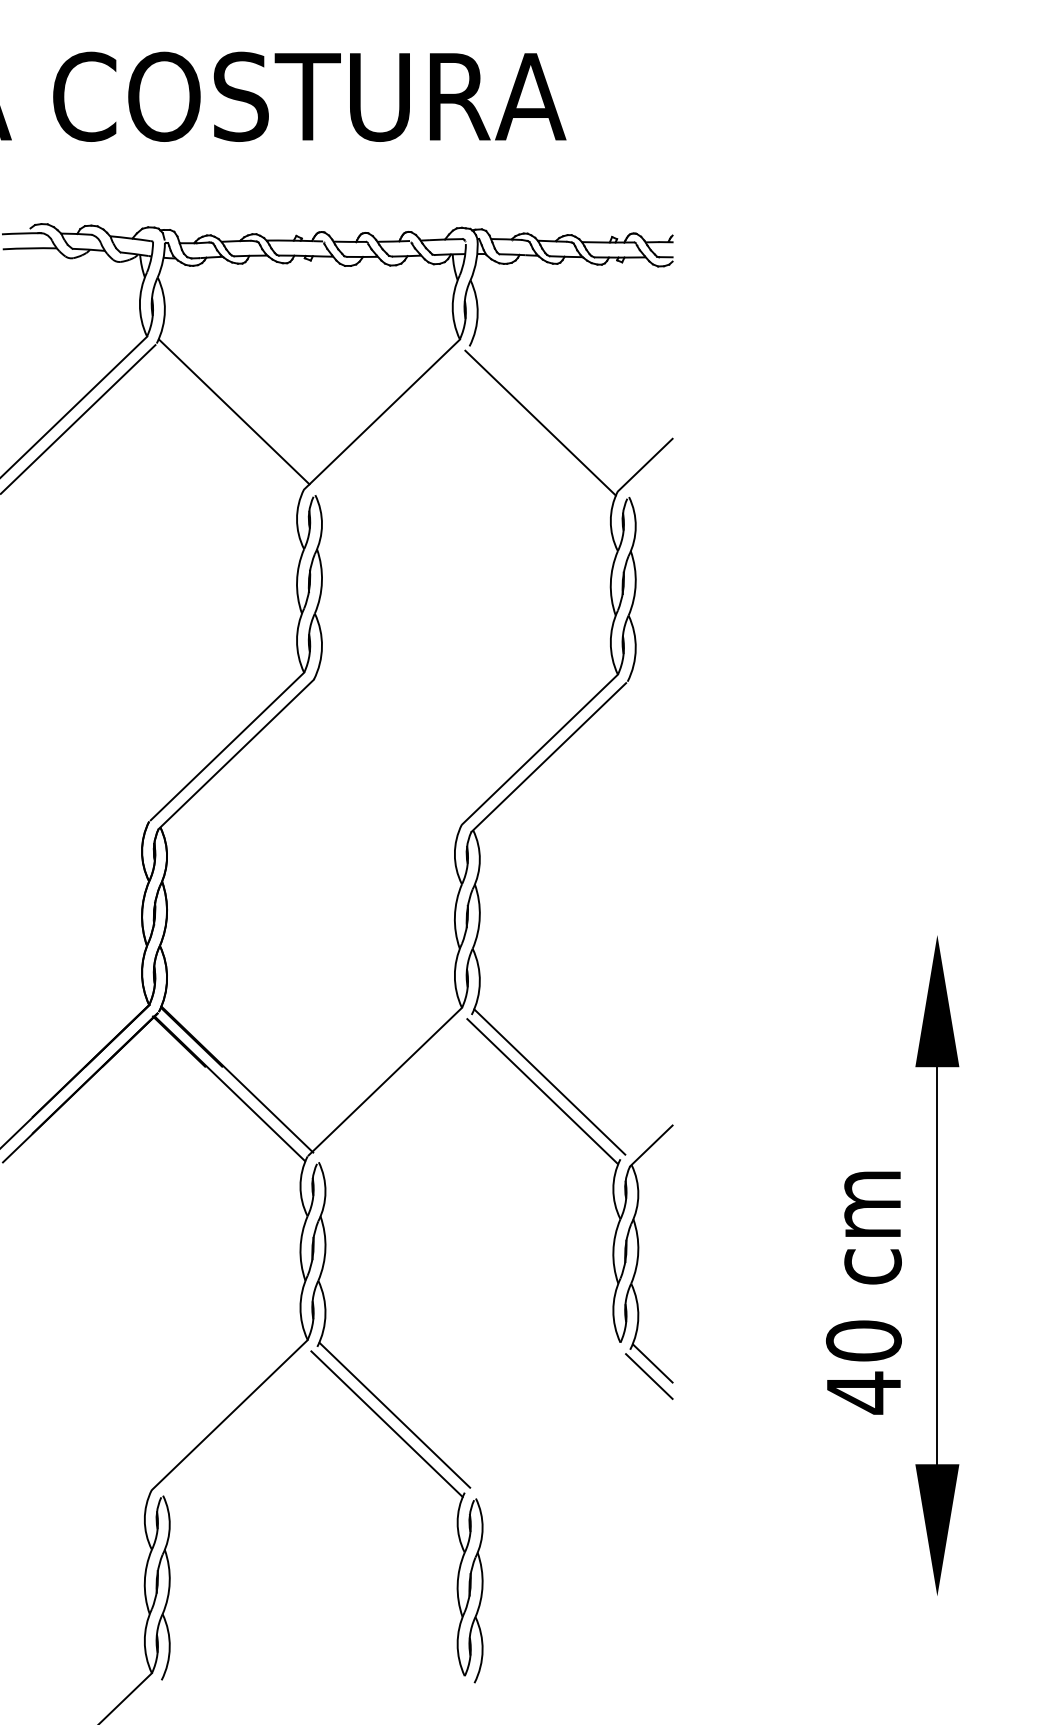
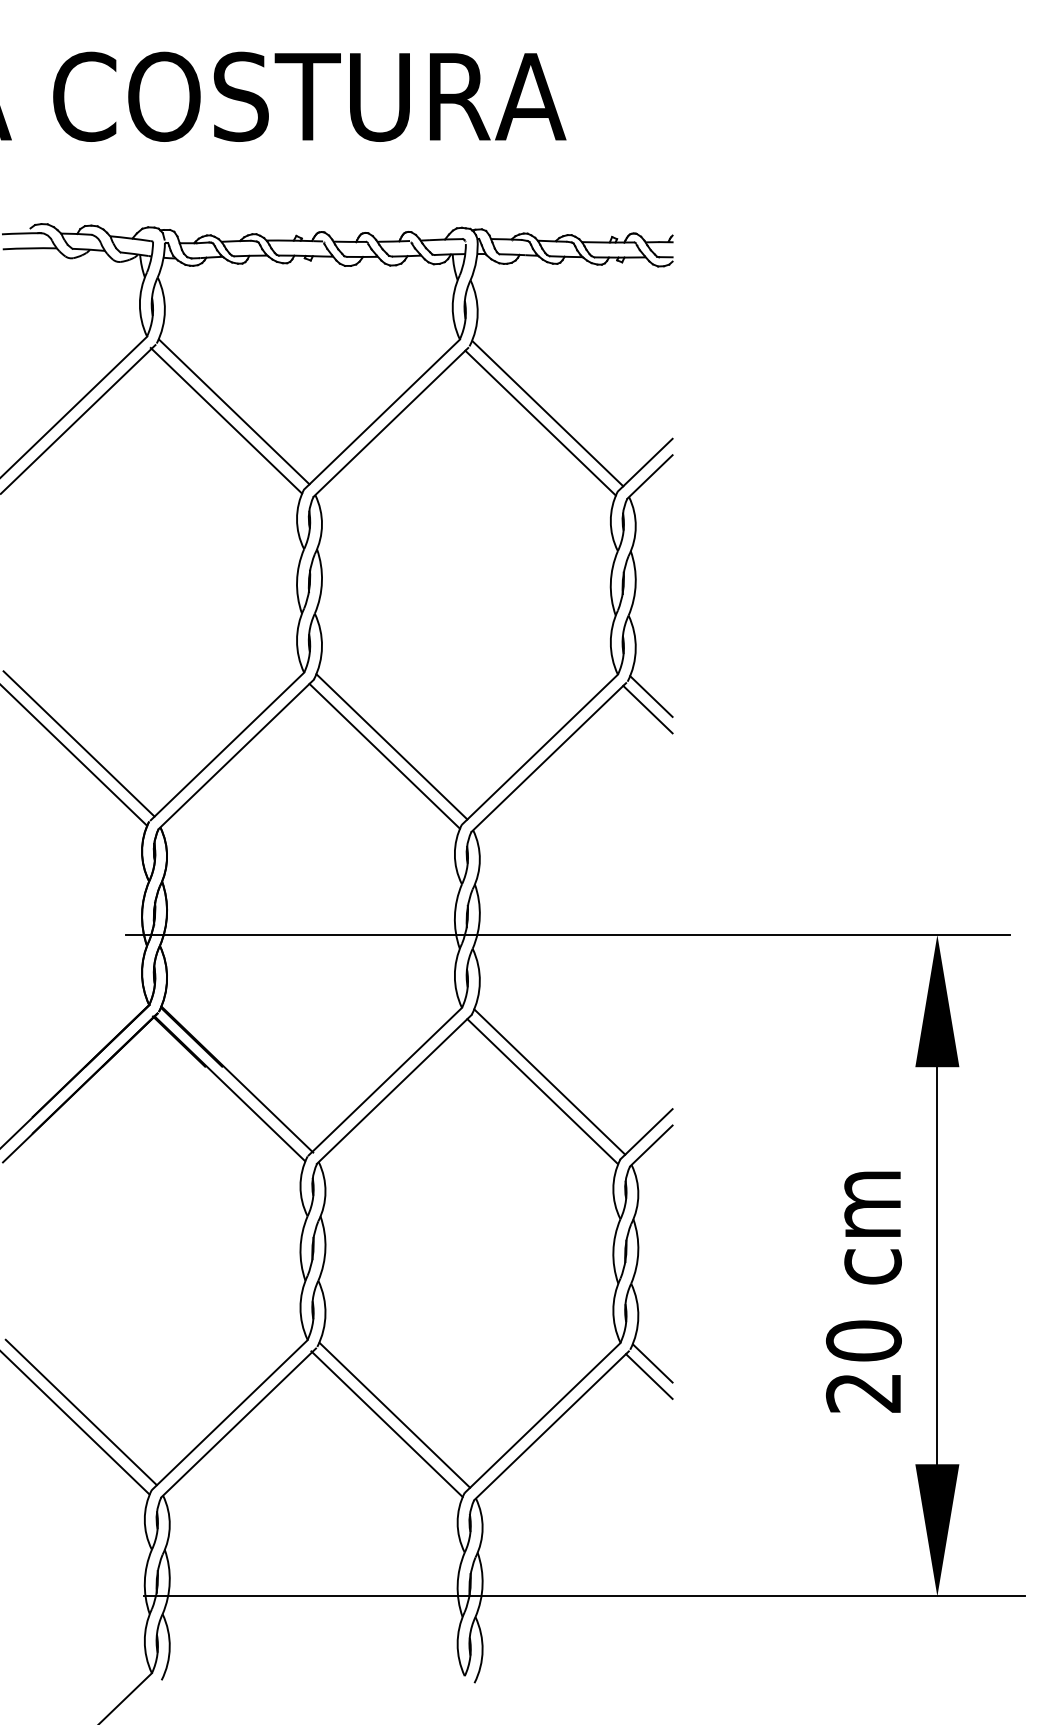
line at (547, 413): none -> present
line at (226, 420): none -> present
line at (390, 422): none -> present
line at (649, 476): none -> present
line at (651, 696): none -> present
line at (647, 709): none -> present
line at (78, 743): none -> present
line at (391, 746): none -> present
line at (74, 755): none -> present
line at (384, 755): none -> present
line at (567, 934): none -> present
line at (393, 1088): none -> present
line at (646, 1134): none -> present
text at (862, 1392): 40 -> 20
line at (80, 1412): none -> present
line at (542, 1417): none -> present
line at (238, 1422): none -> present
line at (75, 1423): none -> present
line at (551, 1425): none -> present
line at (584, 1596): none -> present
